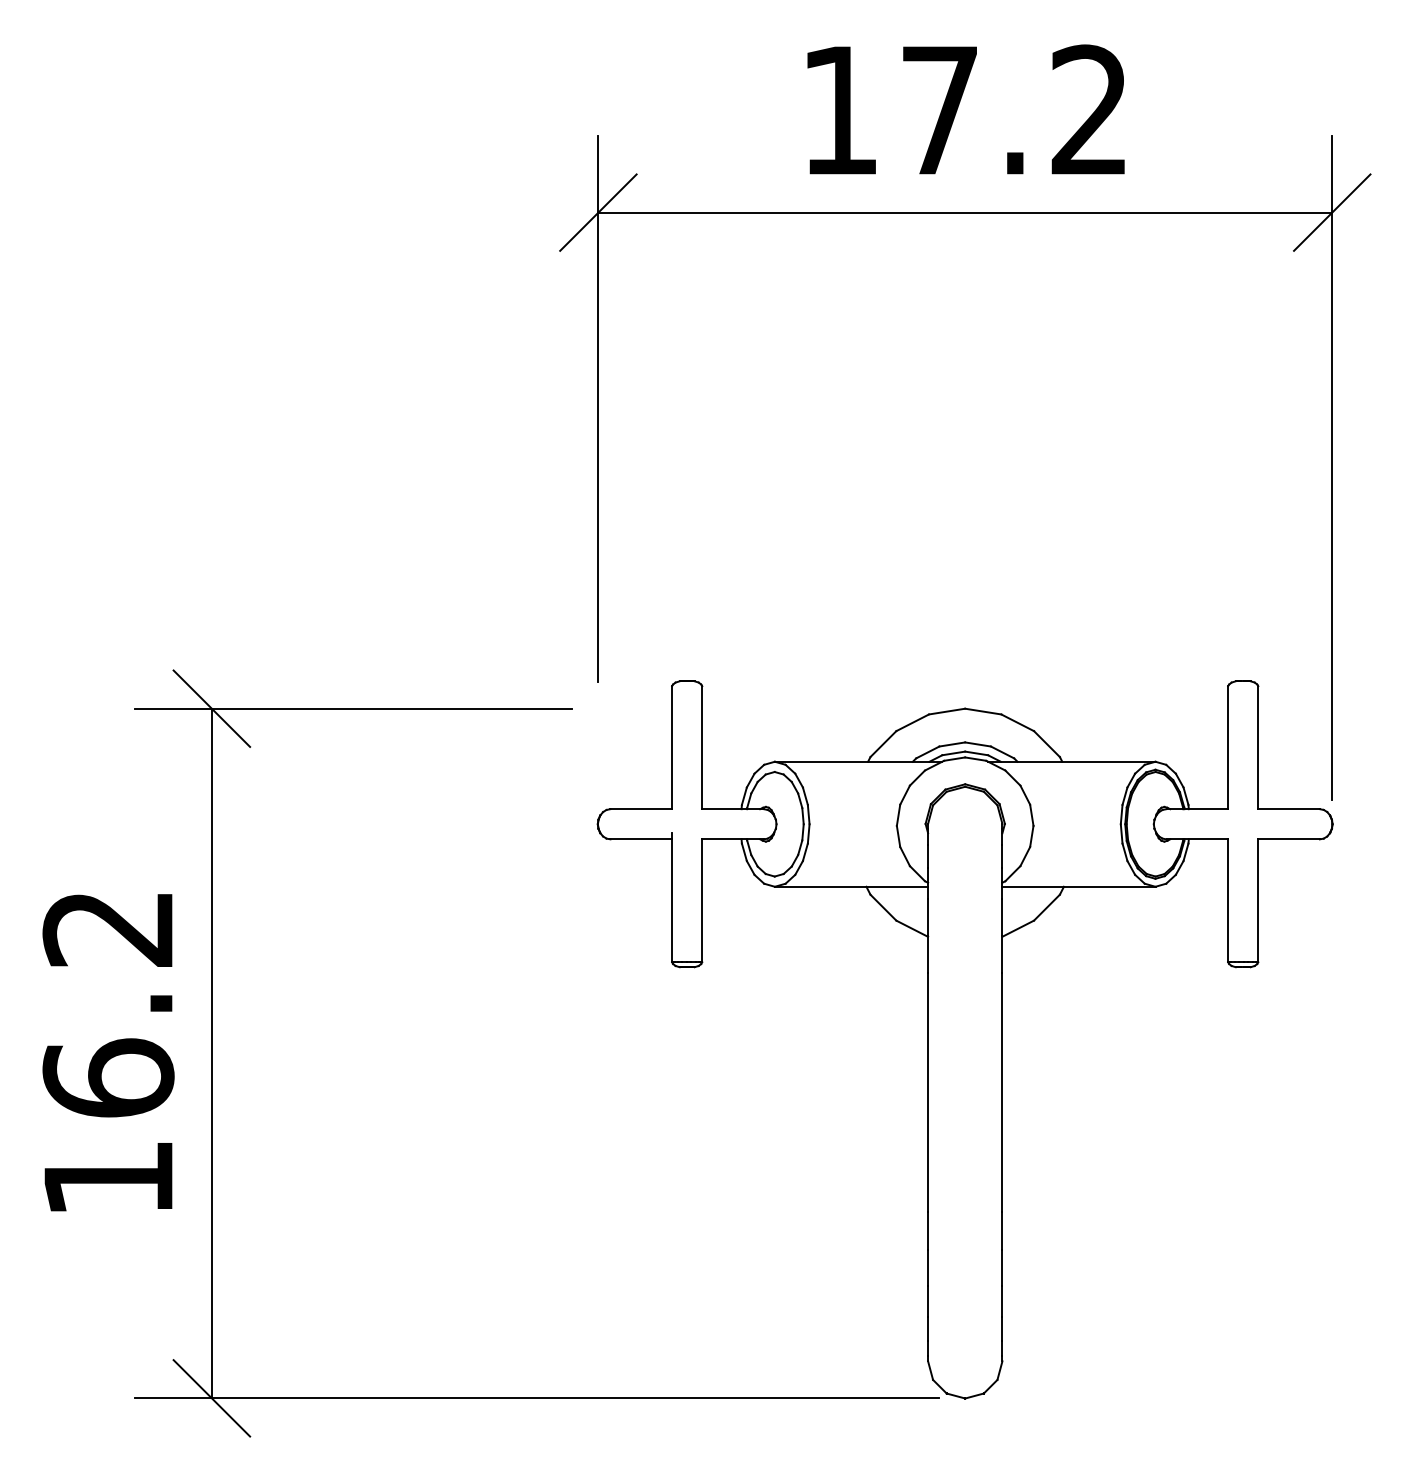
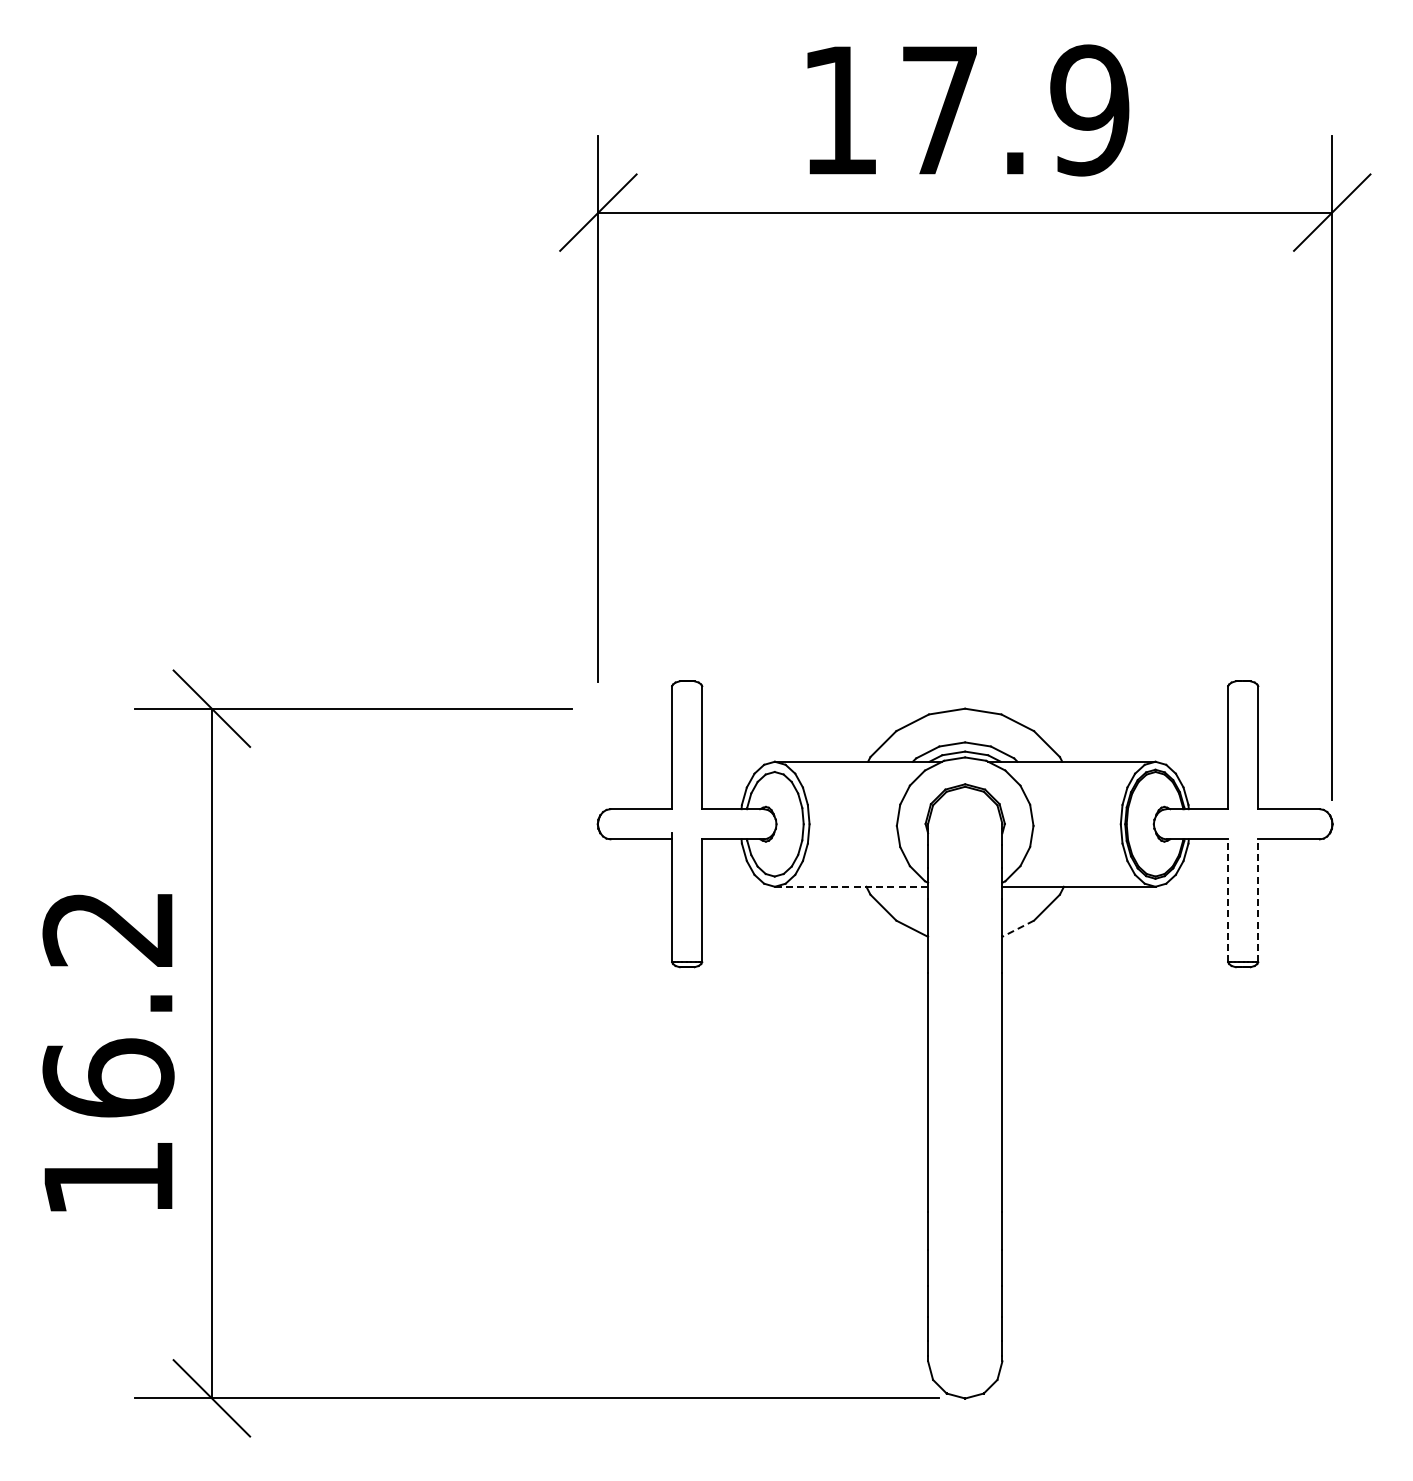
text at (1089, 110): 17.2 -> 17.9
line at (851, 886): solid -> dashed
line at (1228, 900): solid -> dashed
line at (1258, 900): solid -> dashed
line at (1018, 928): solid -> dashed
